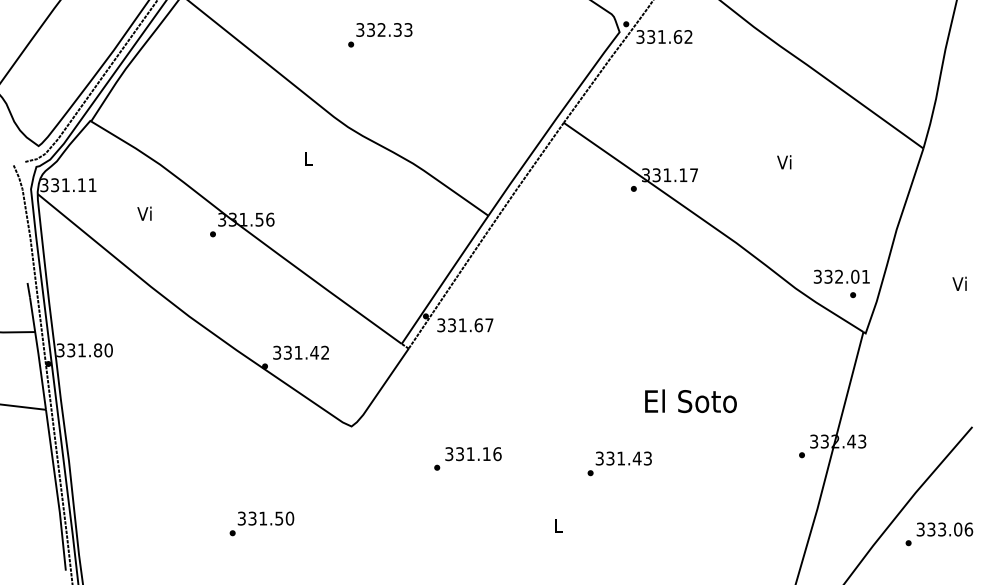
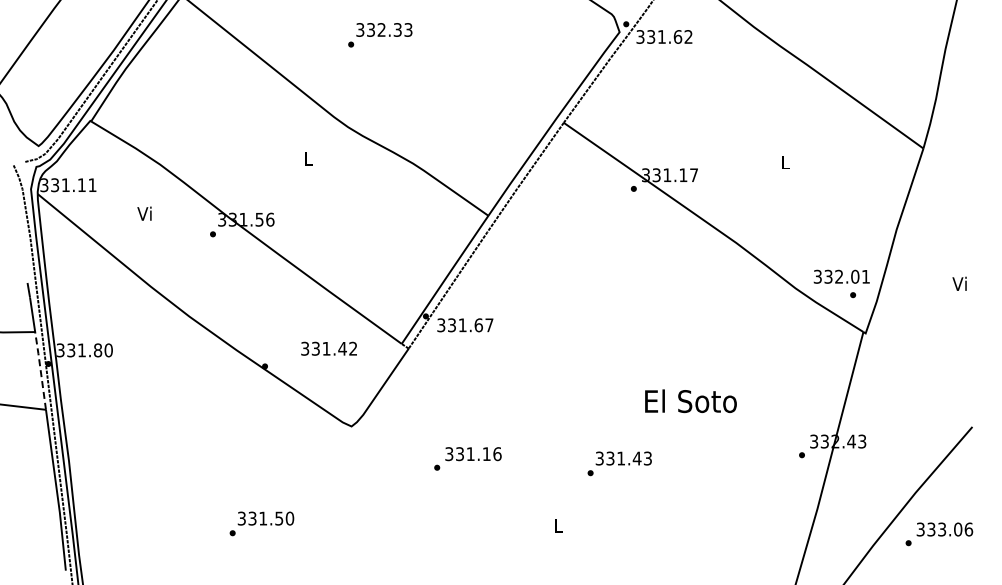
text at (784, 162): Vi -> L
text at (300, 352) position: (300, 352) -> (328, 348)
line at (40, 369): solid -> dashed
